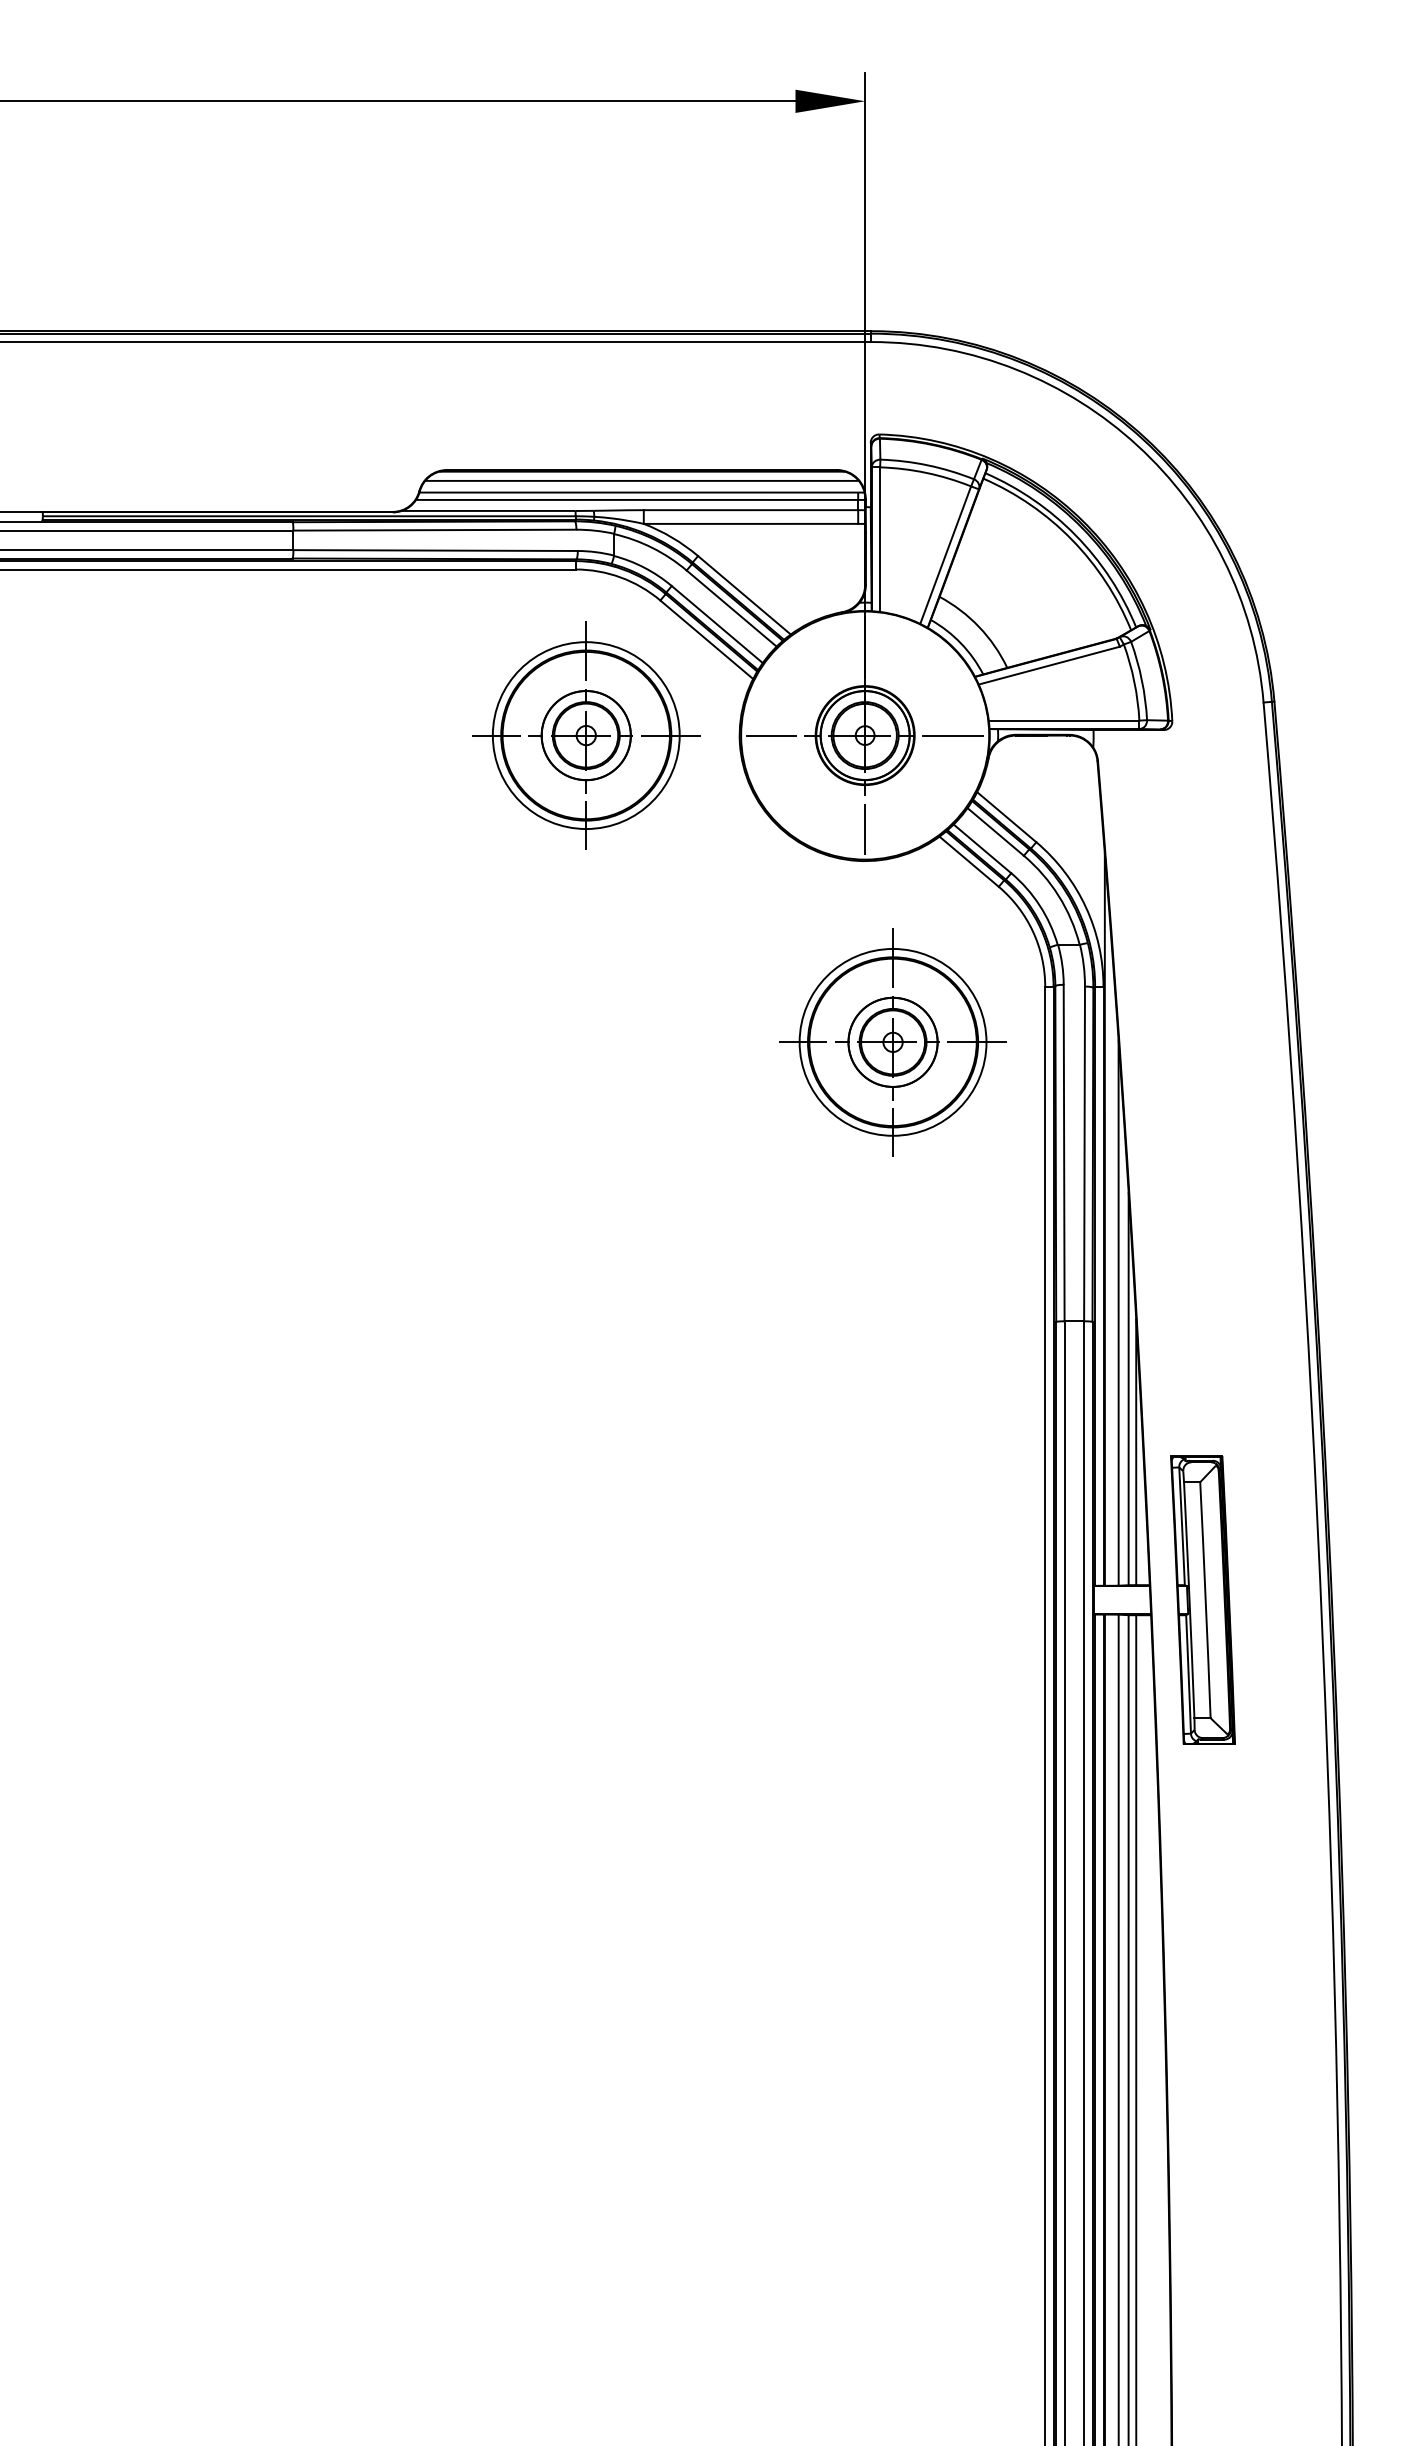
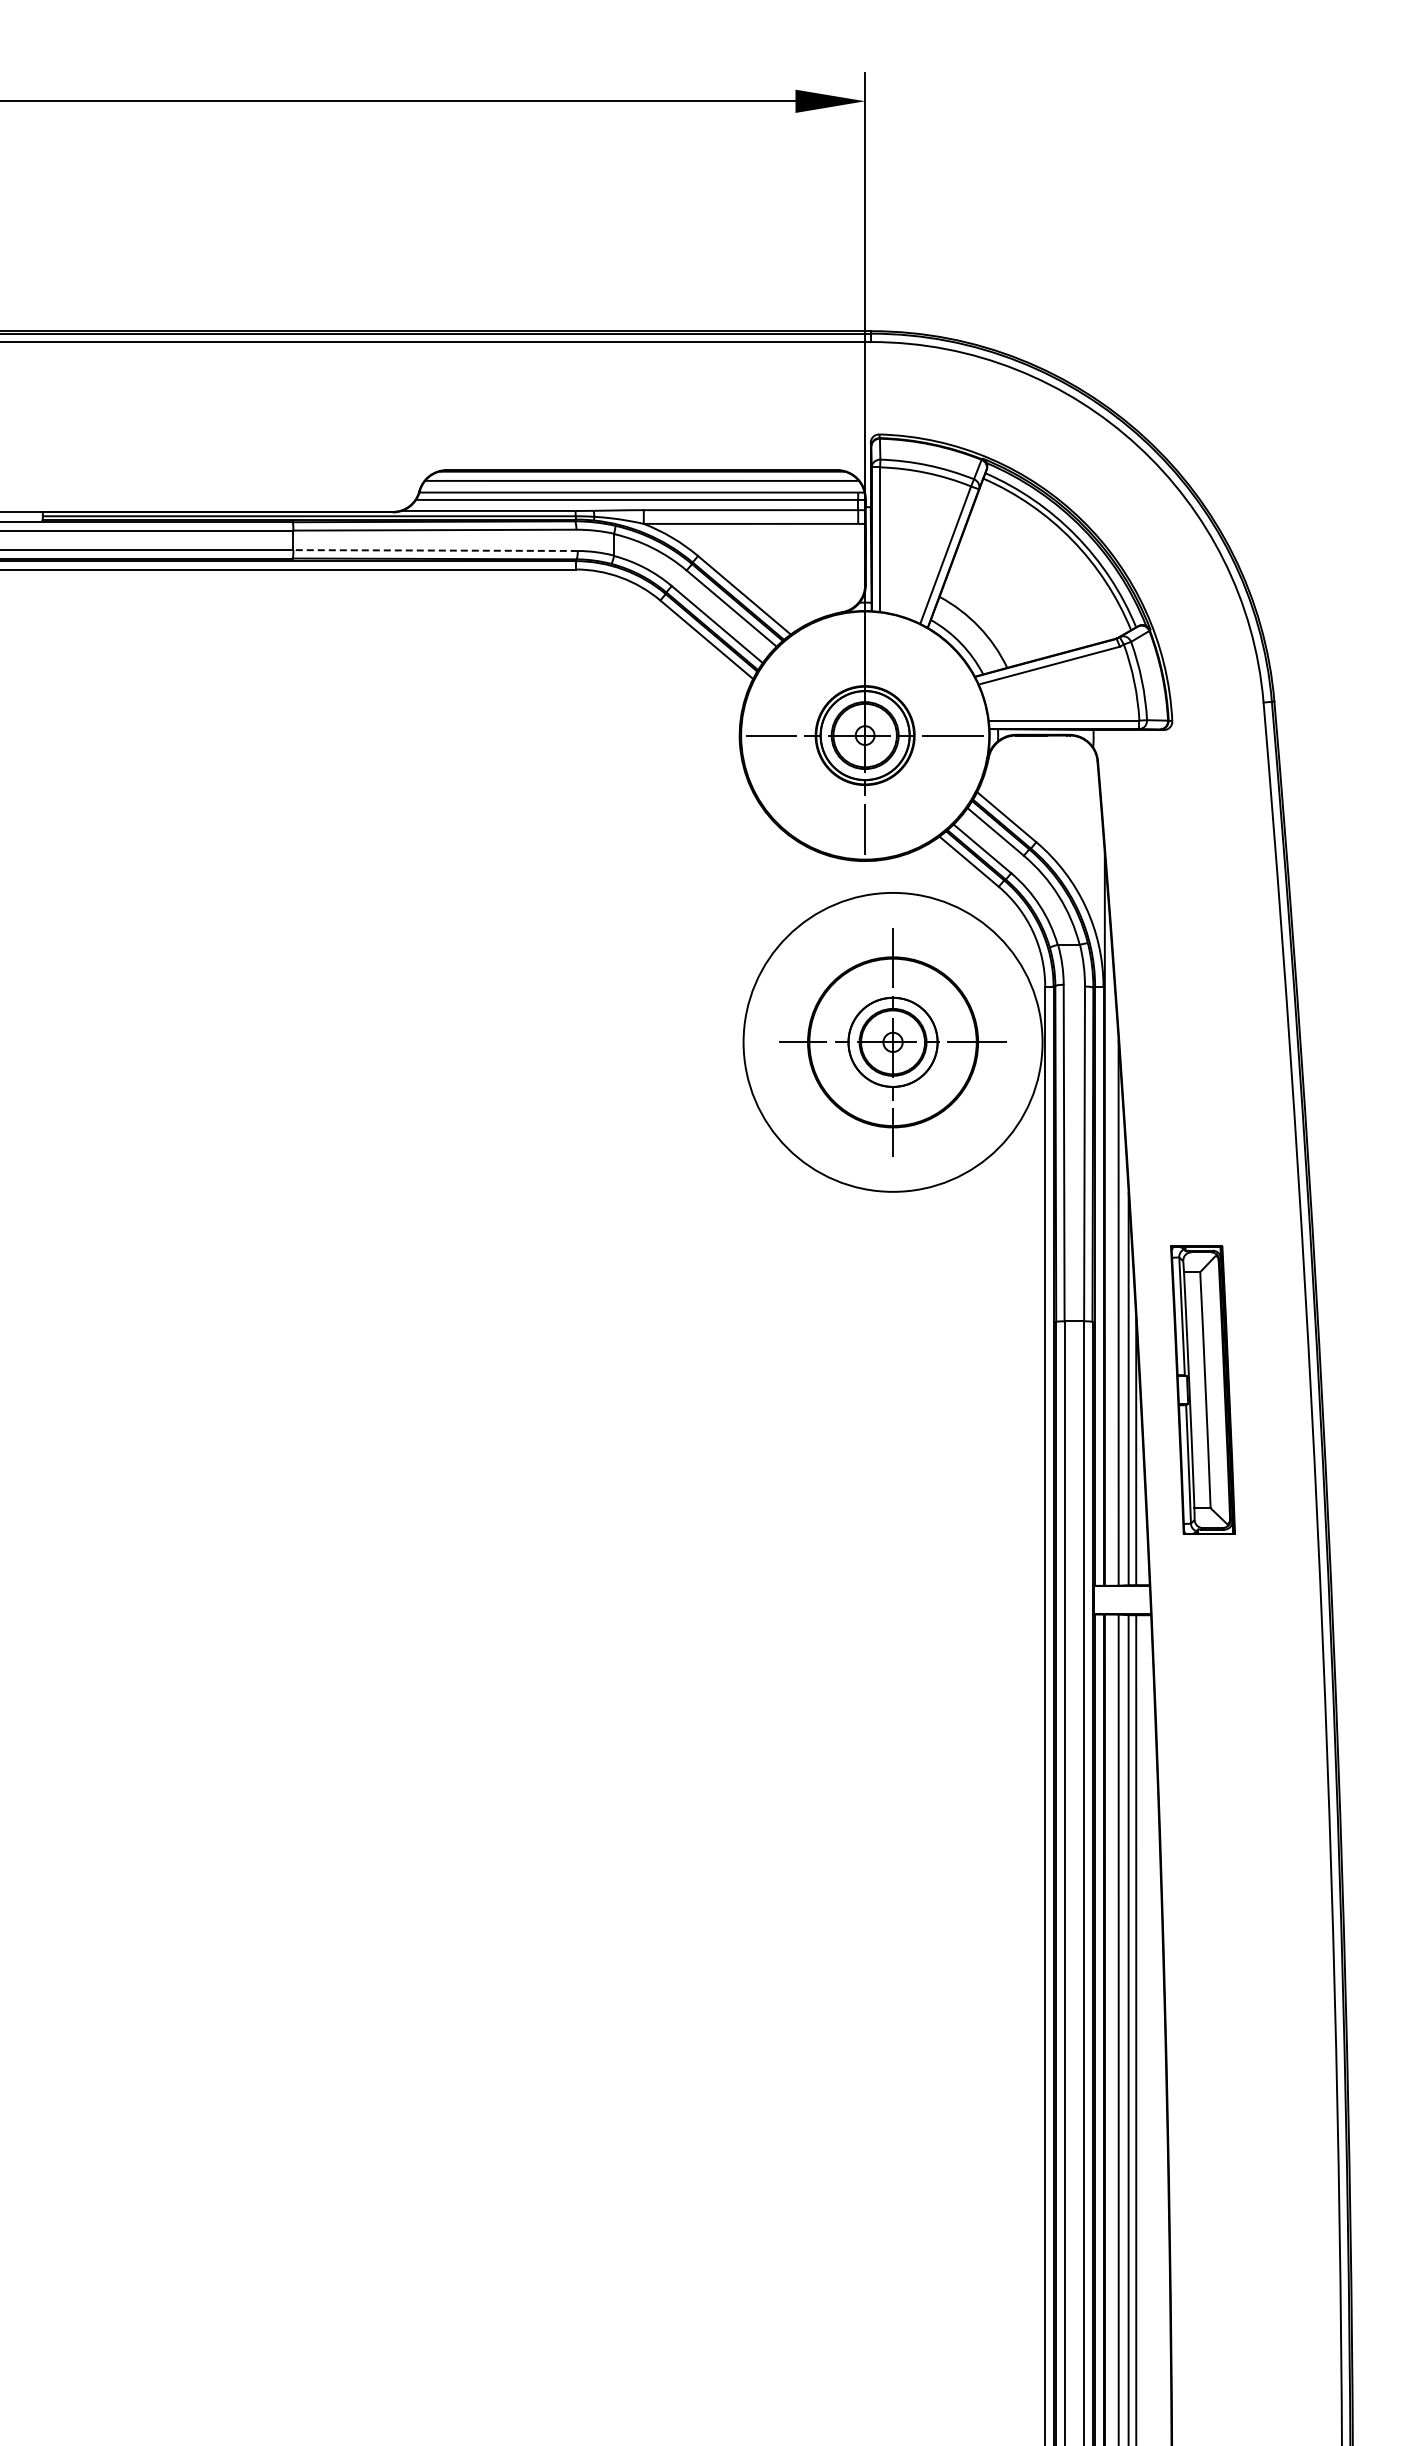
line at (435, 550): solid -> dashed
part at (586, 735): present -> none
circle at (892, 1041) diameter: 187 px -> 299 px
part at (1202, 1599) position: (1202, 1599) -> (1202, 1389)
